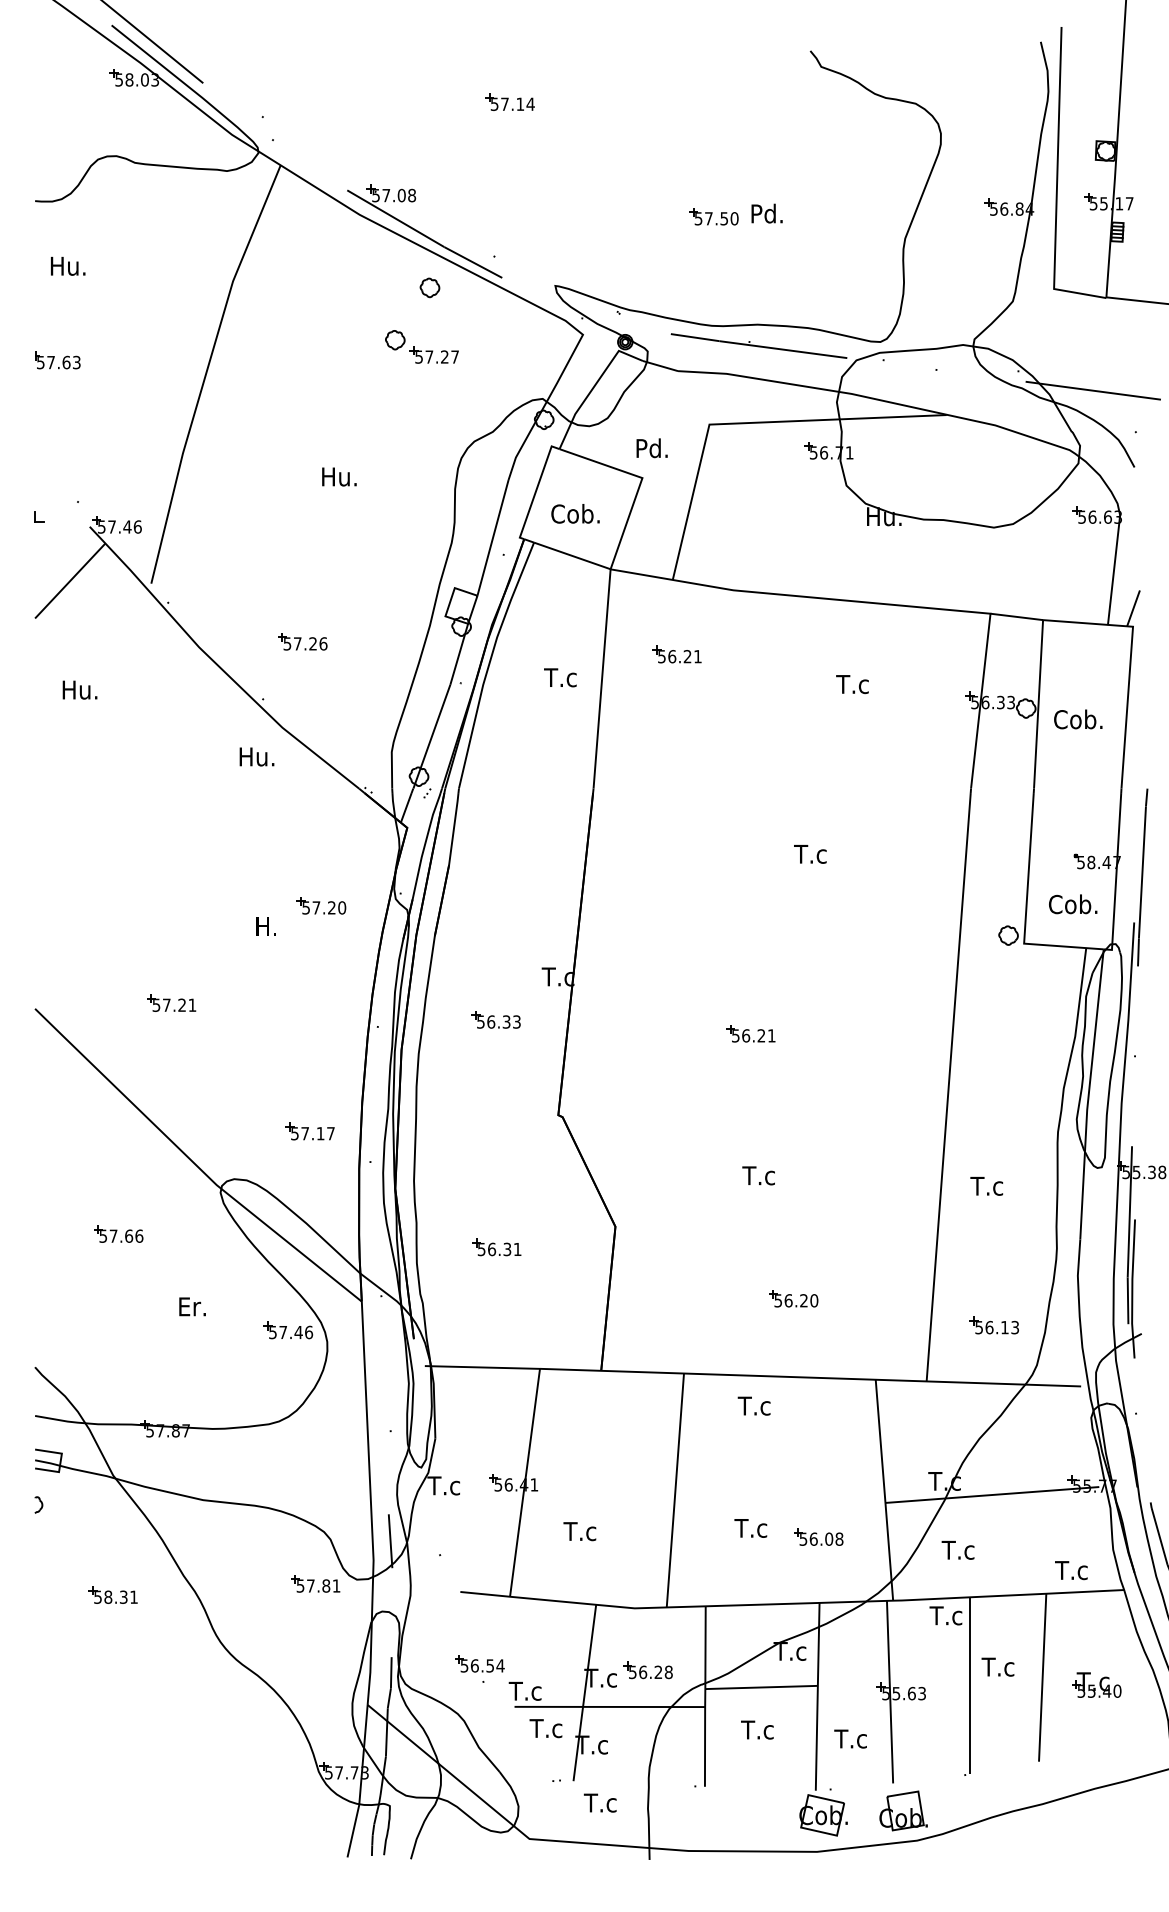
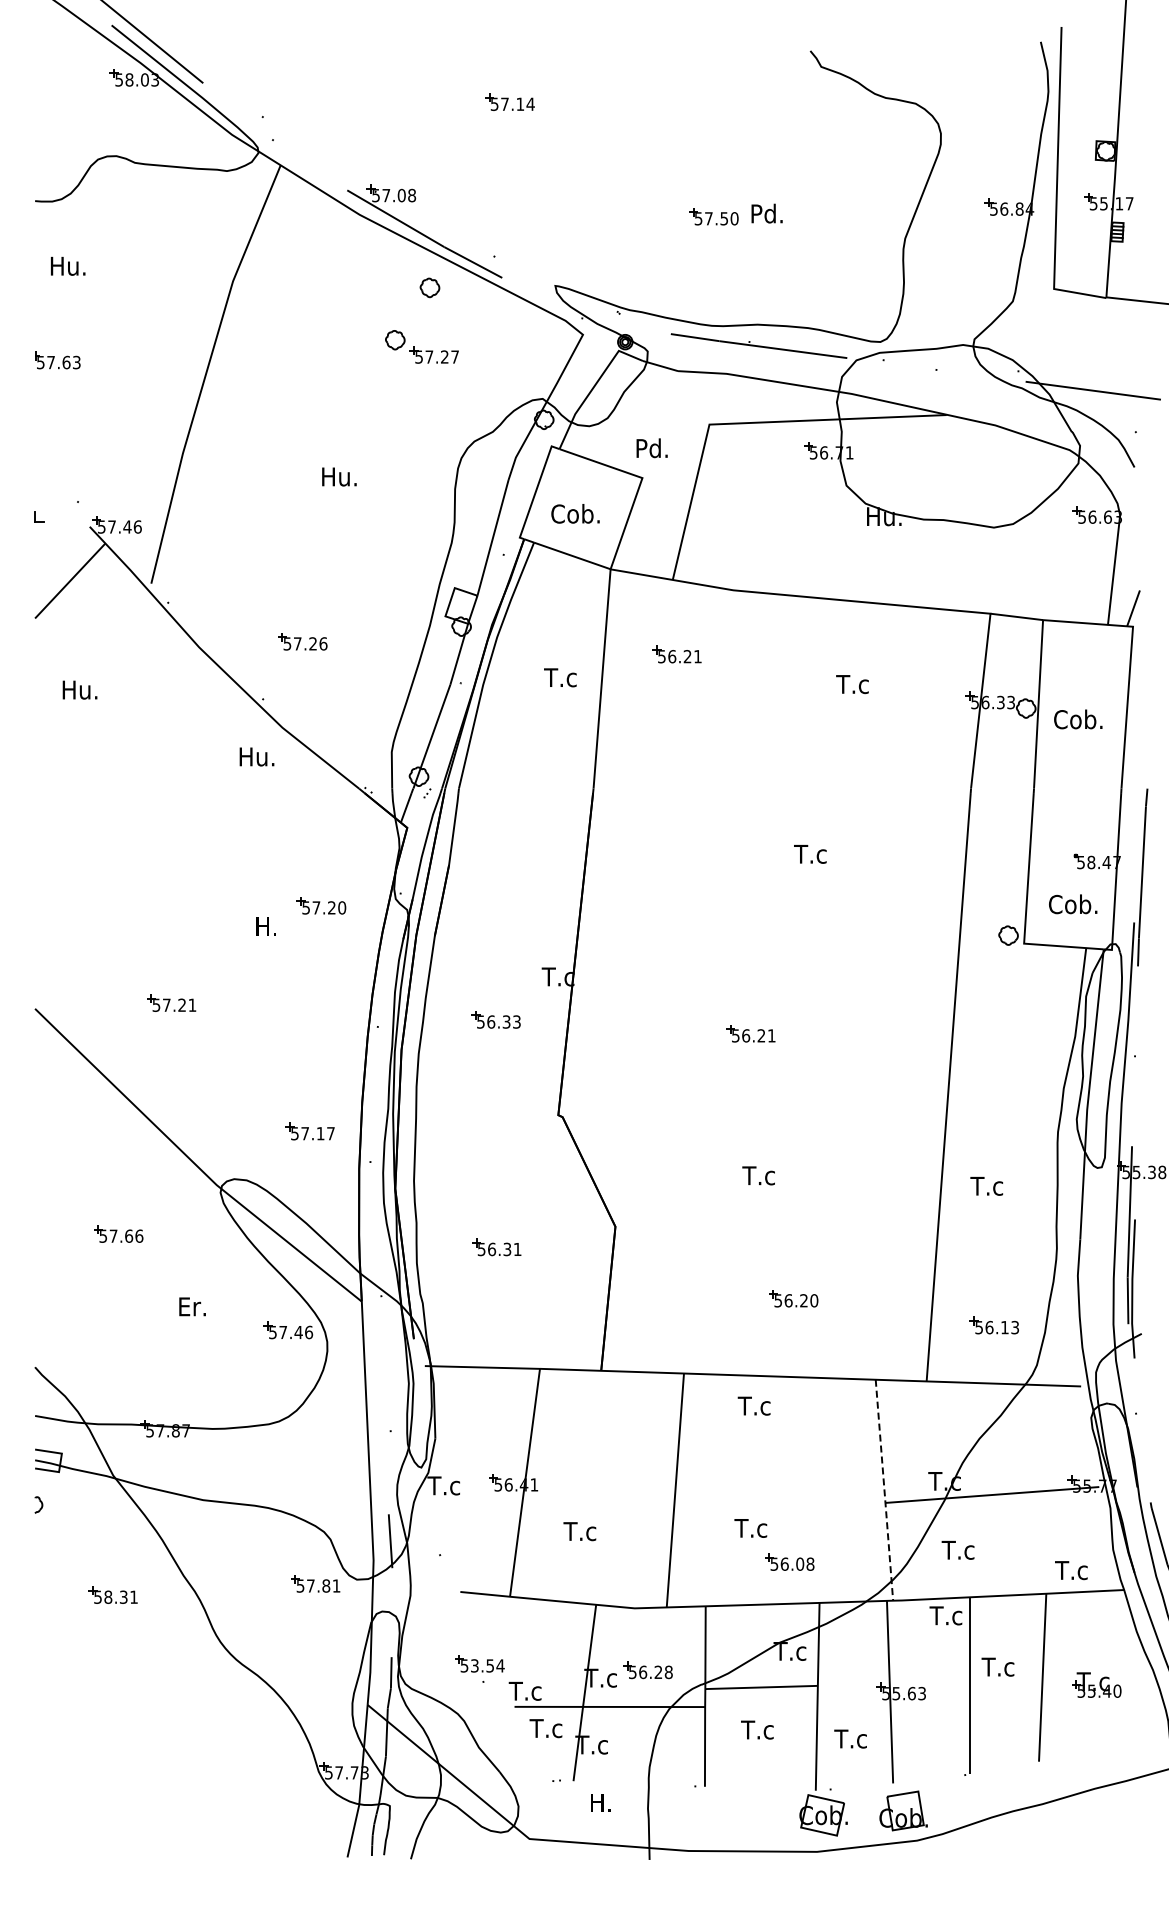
line at (884, 1491): solid -> dashed
part at (818, 1536) position: (818, 1536) -> (789, 1561)
text at (474, 1665): 56.54 -> 53.54
text at (599, 1802): T.c -> H.
